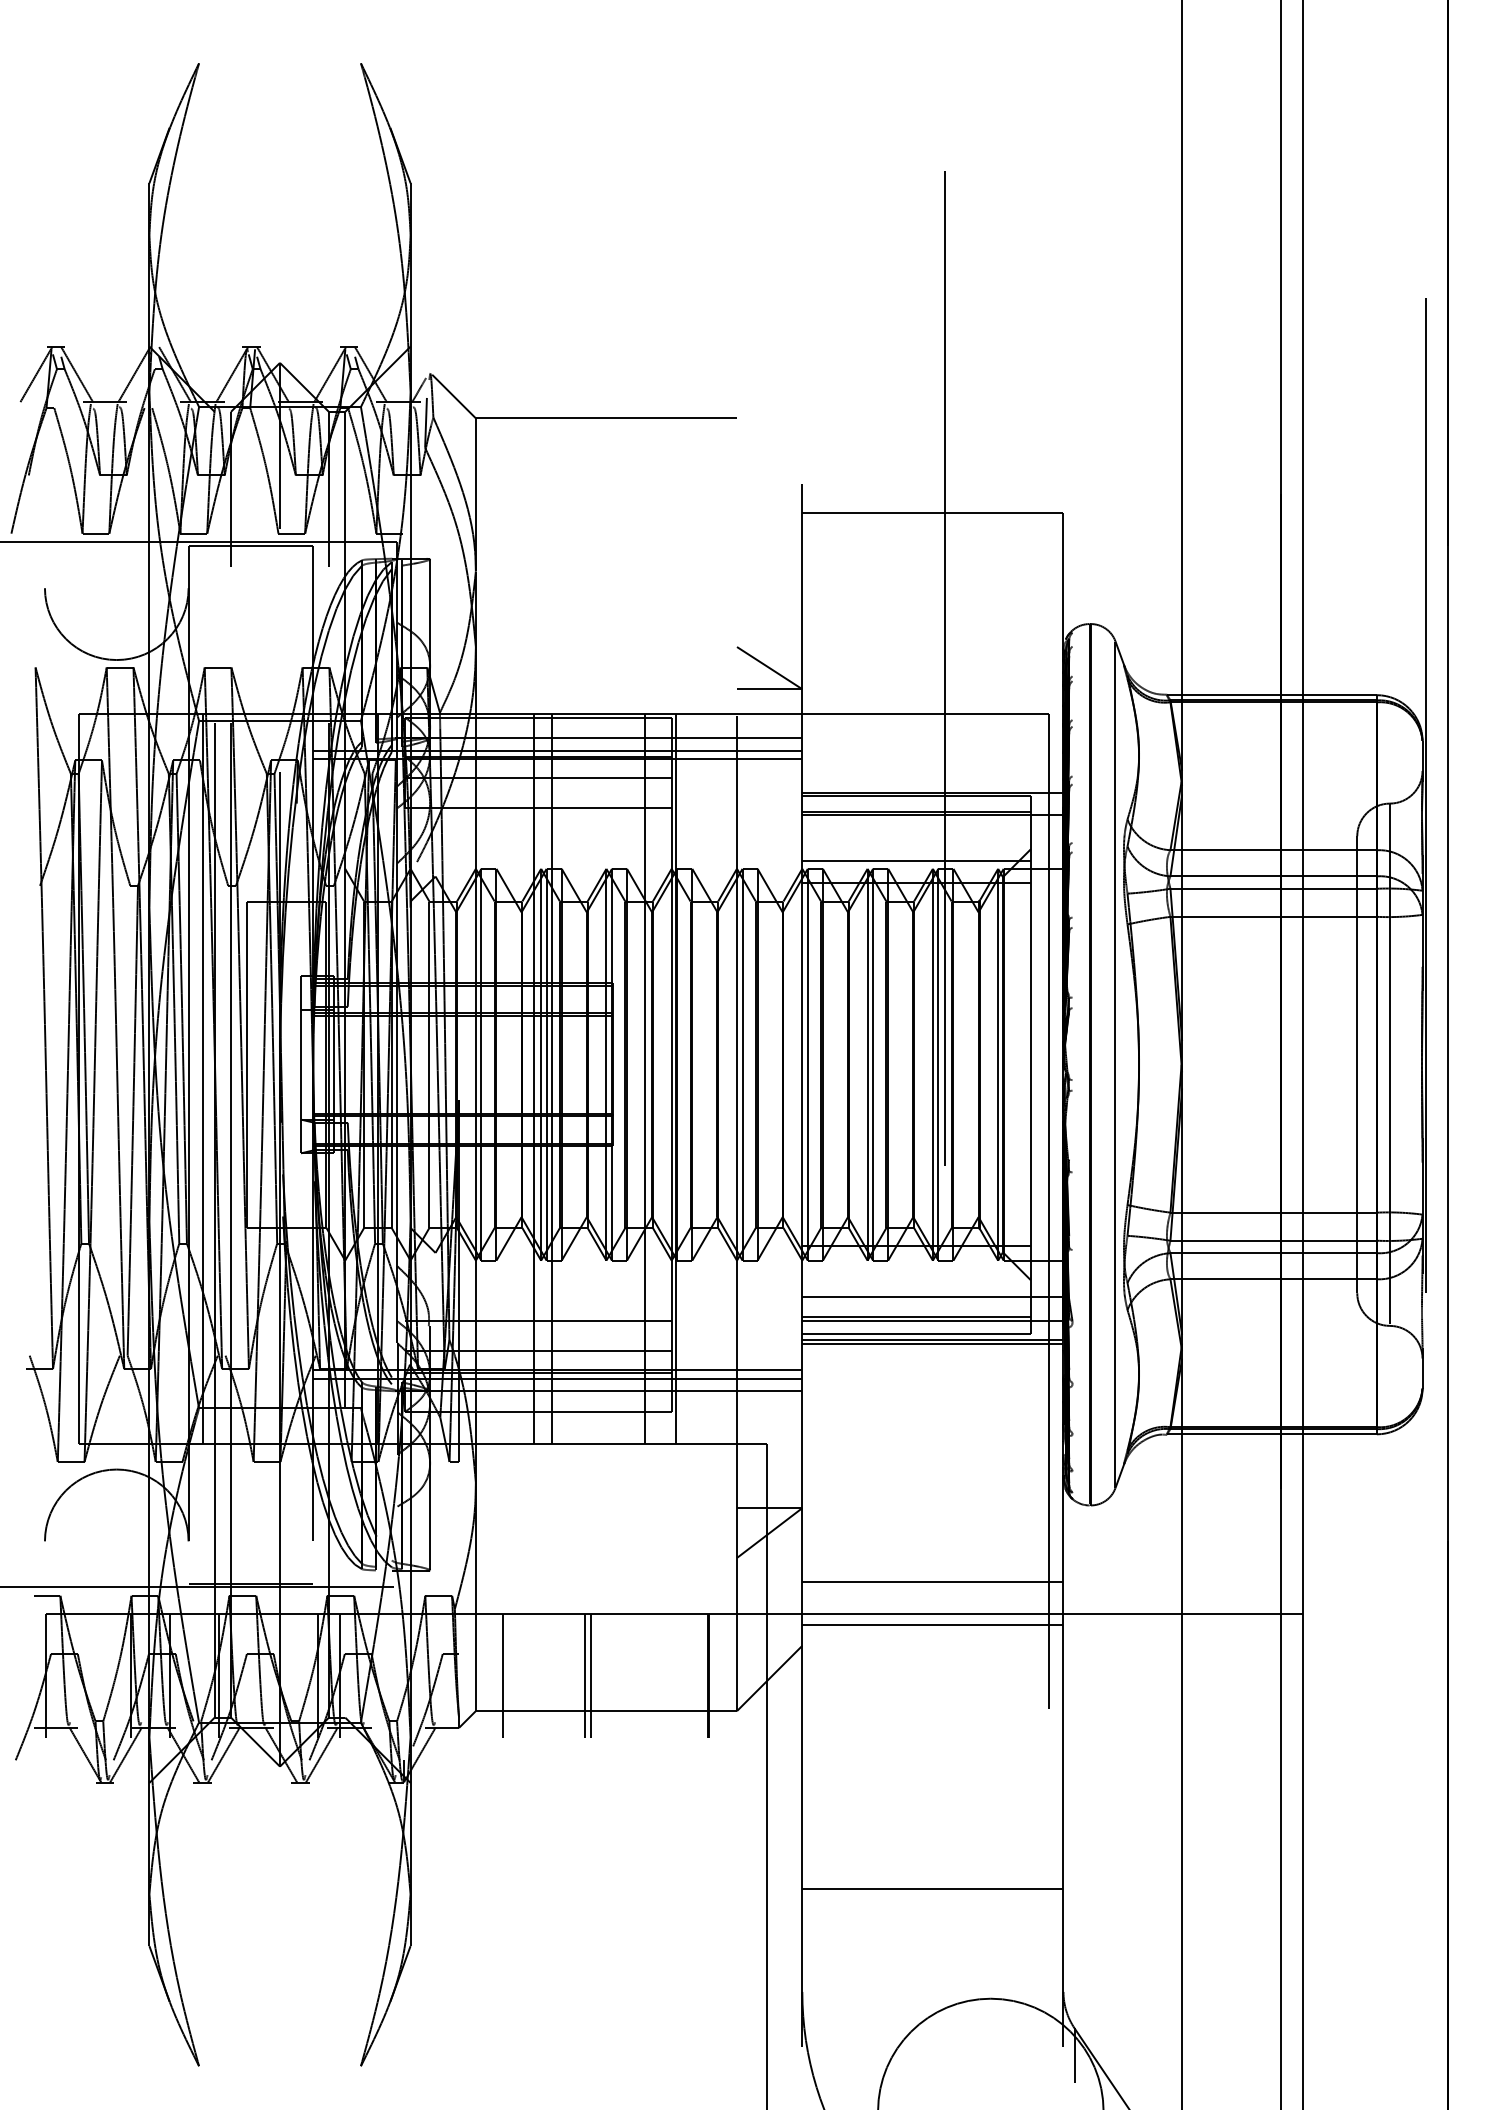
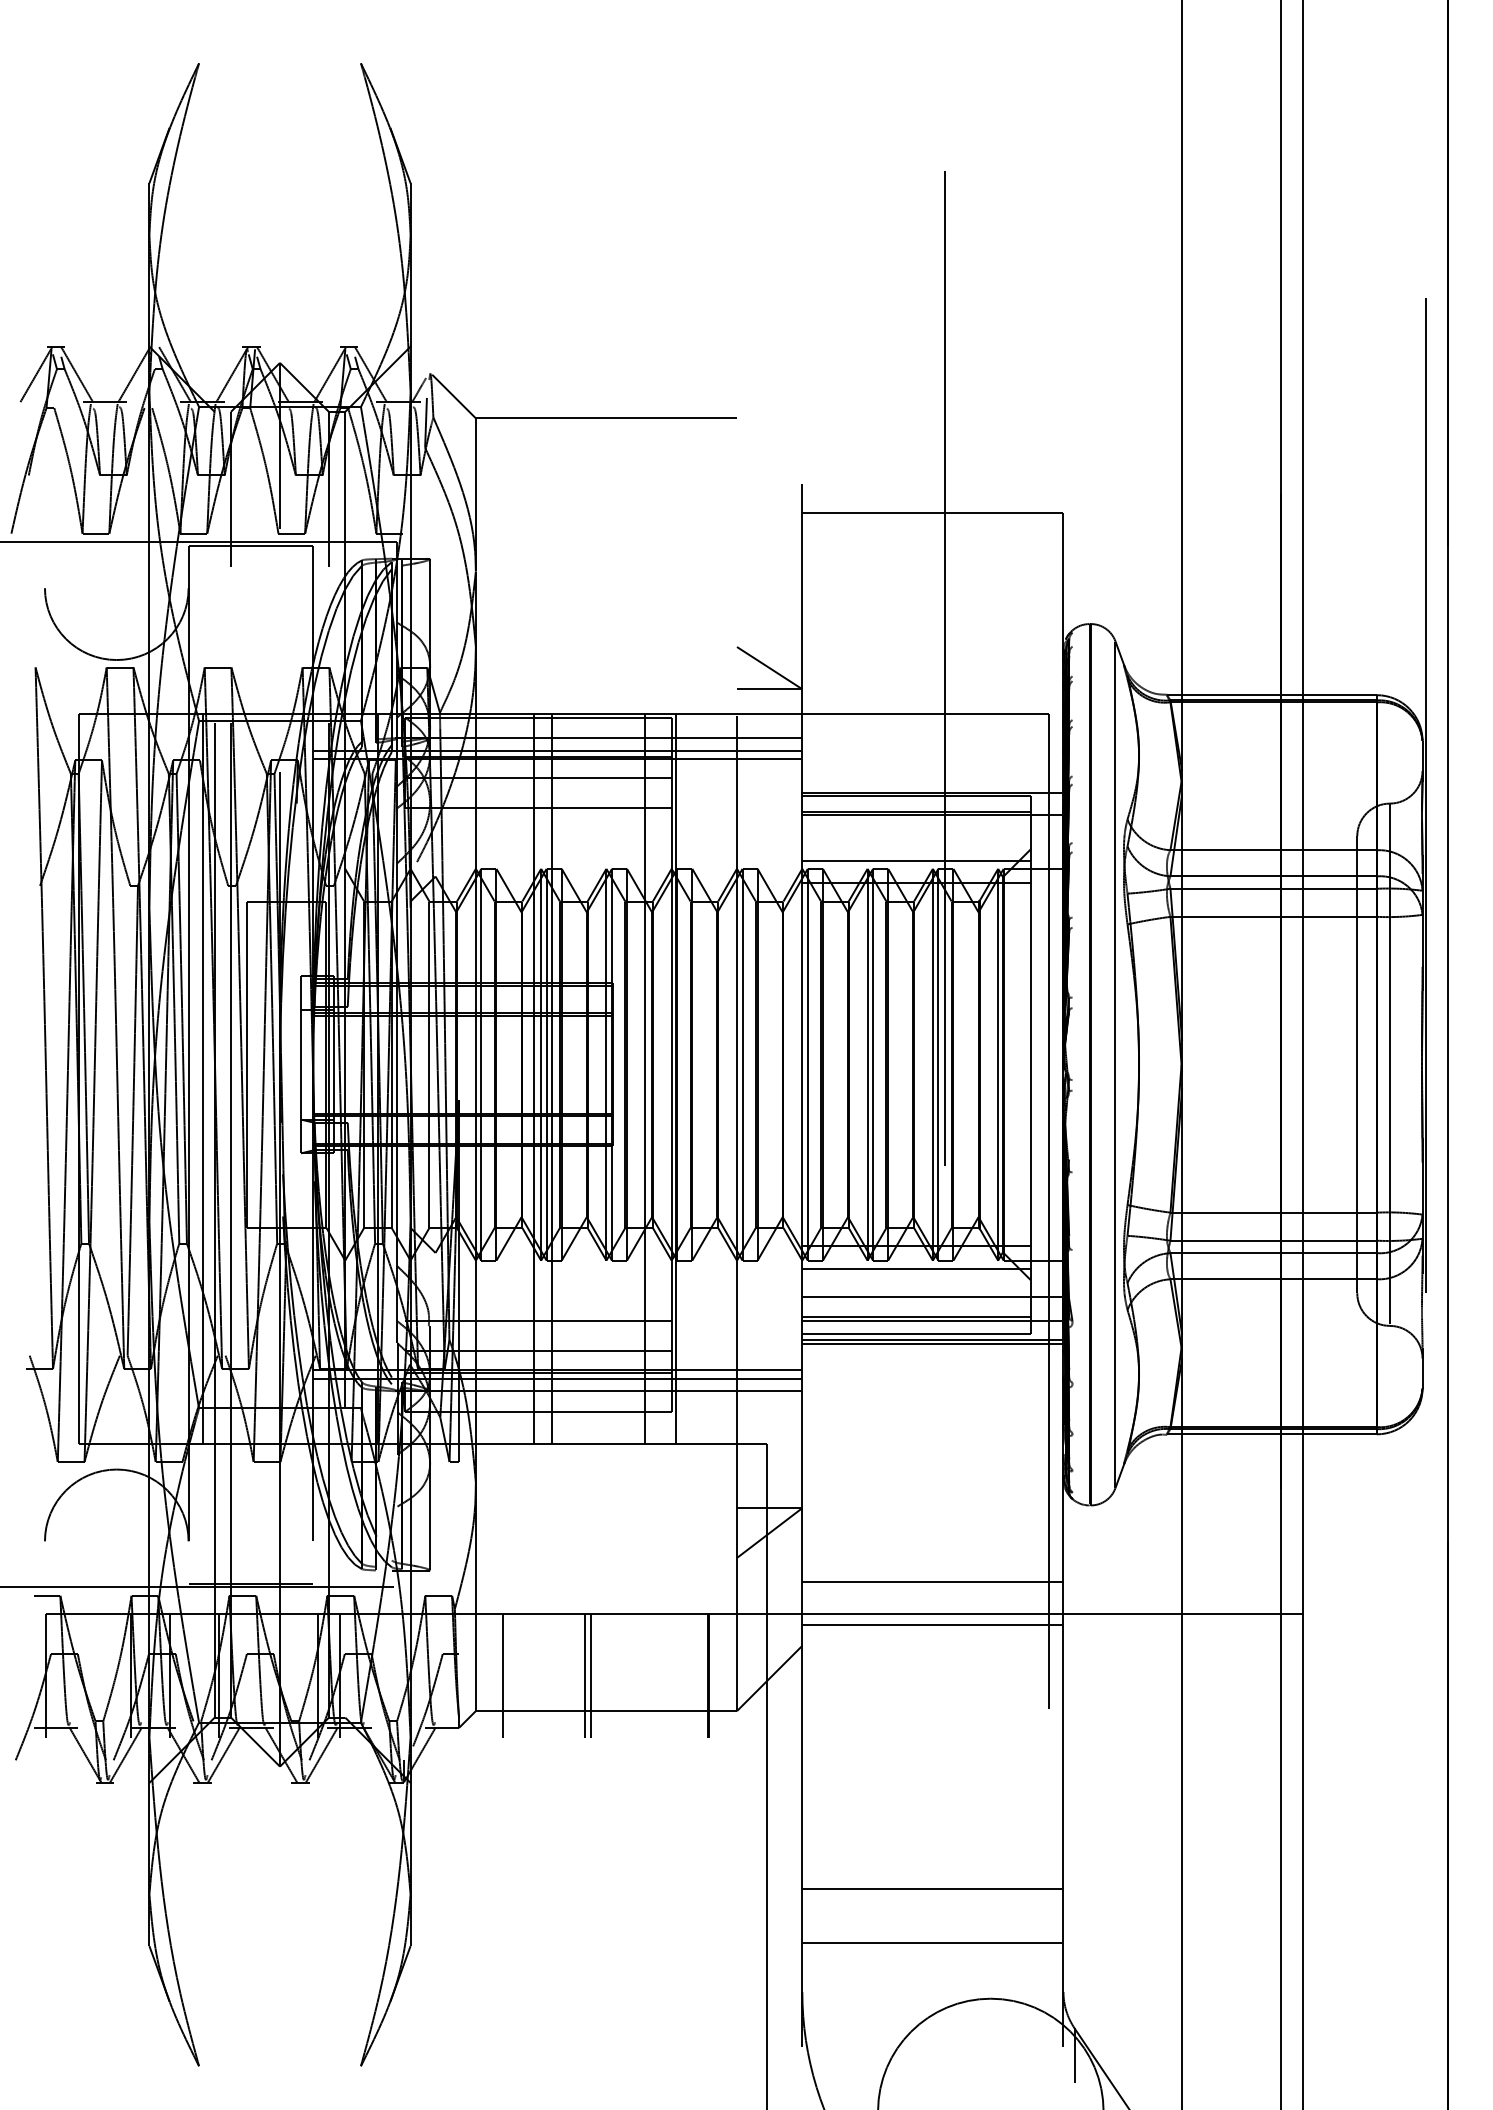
line at (916, 1268): none -> present
line at (932, 1943): none -> present
